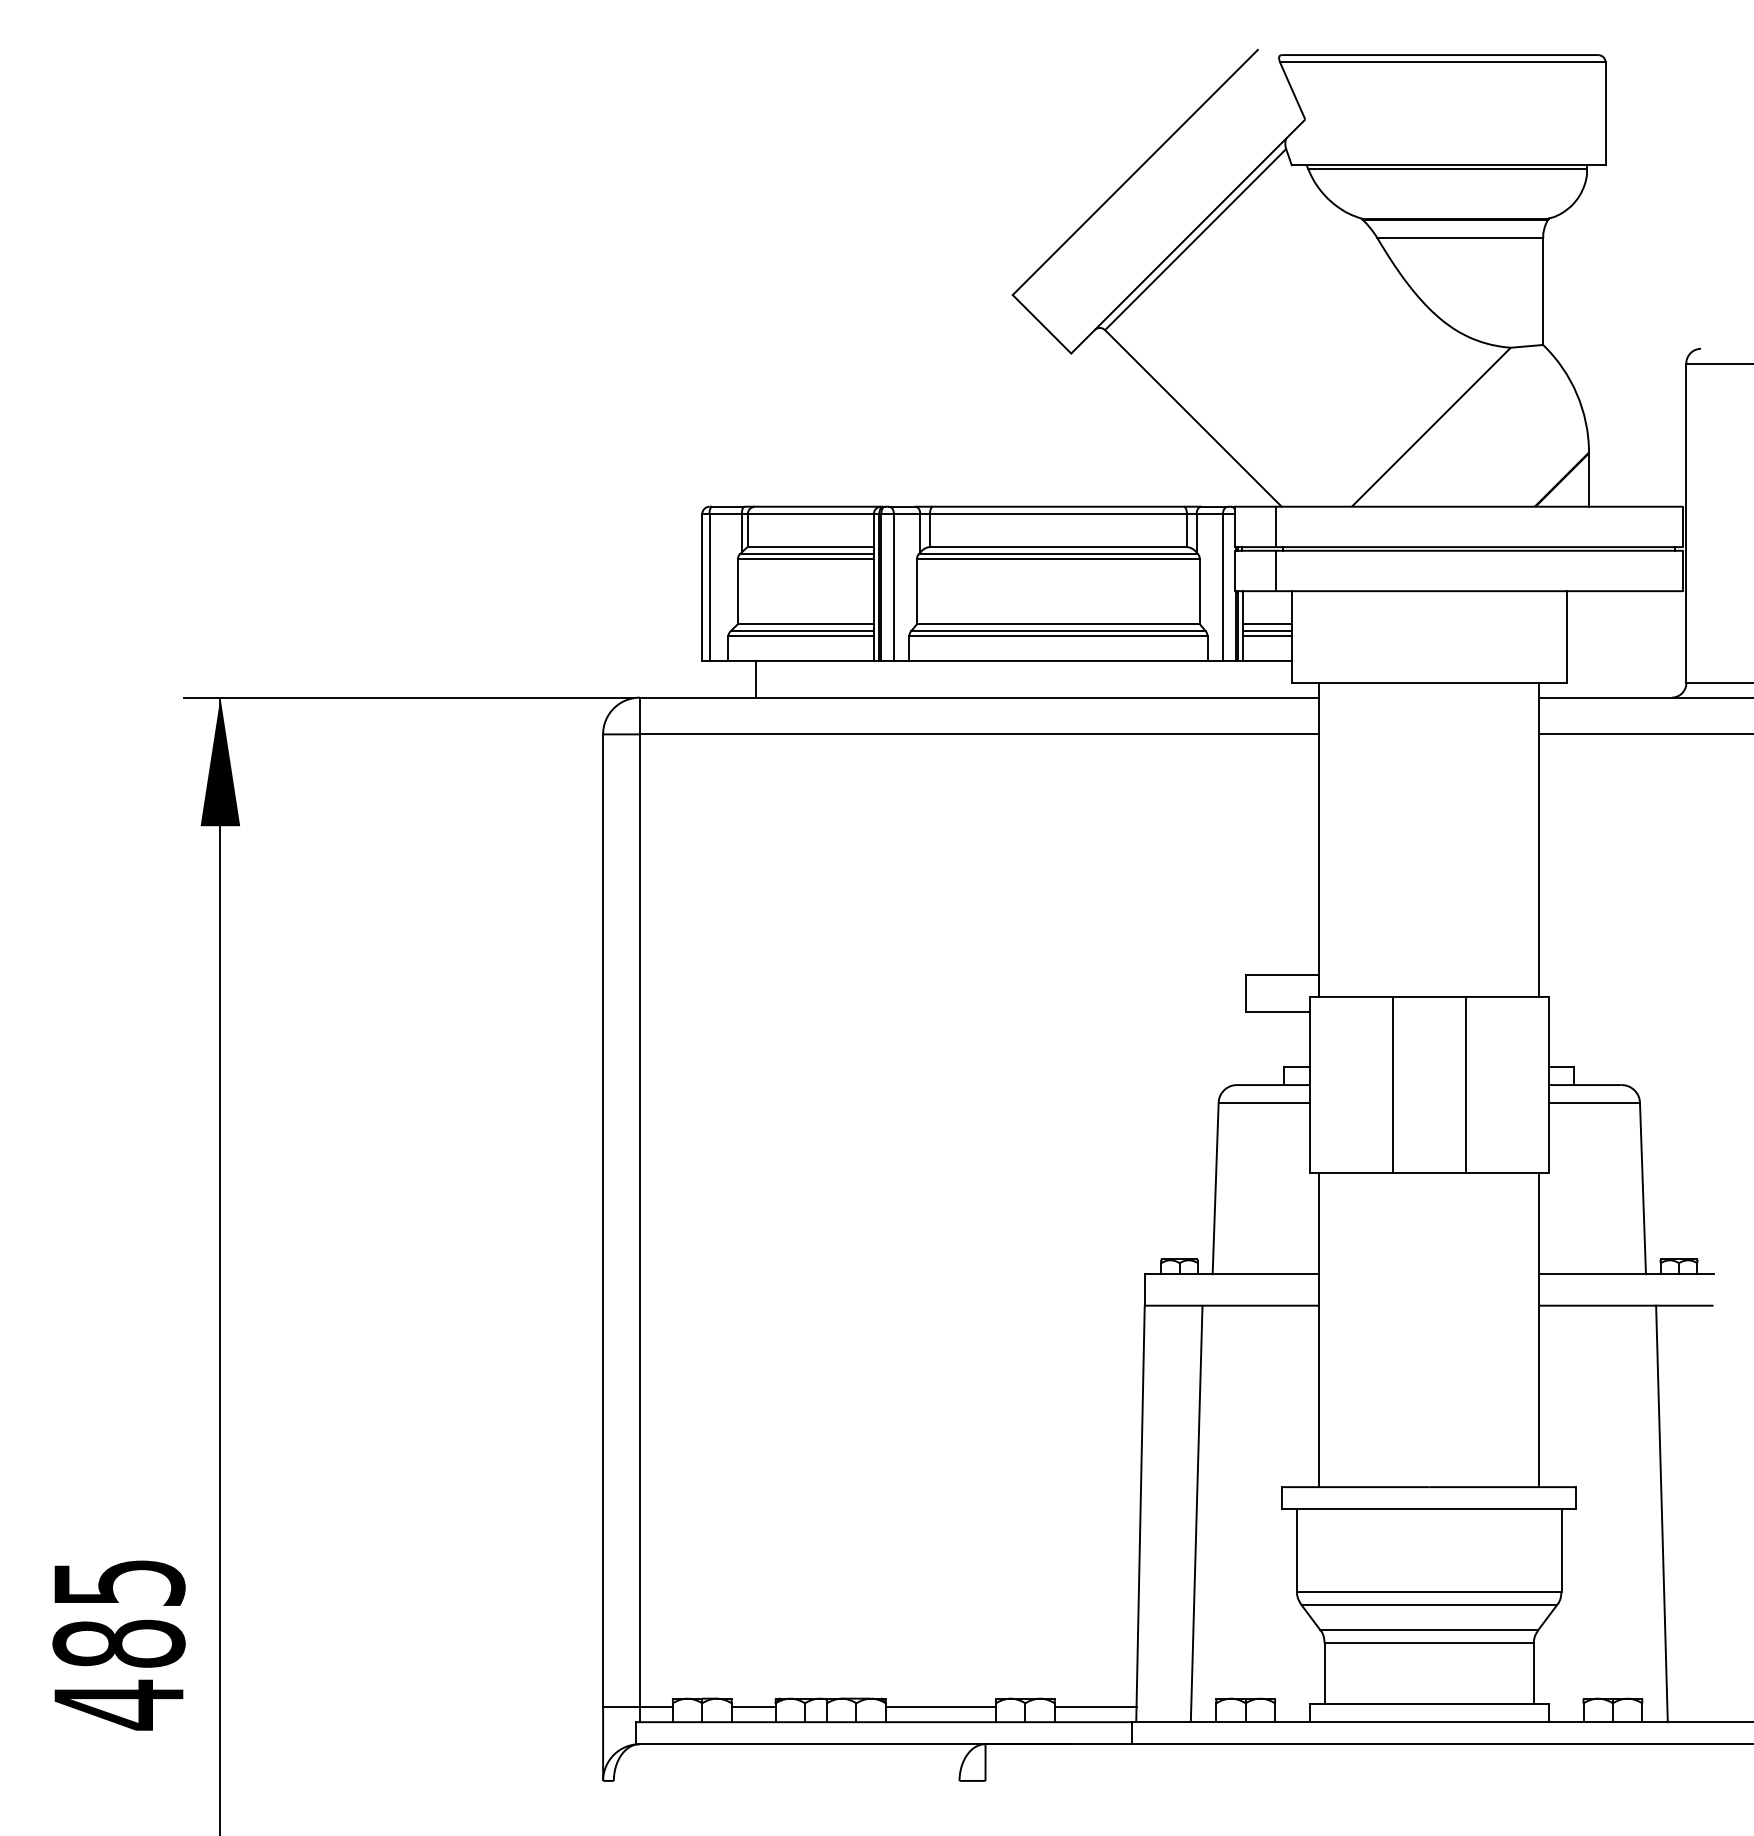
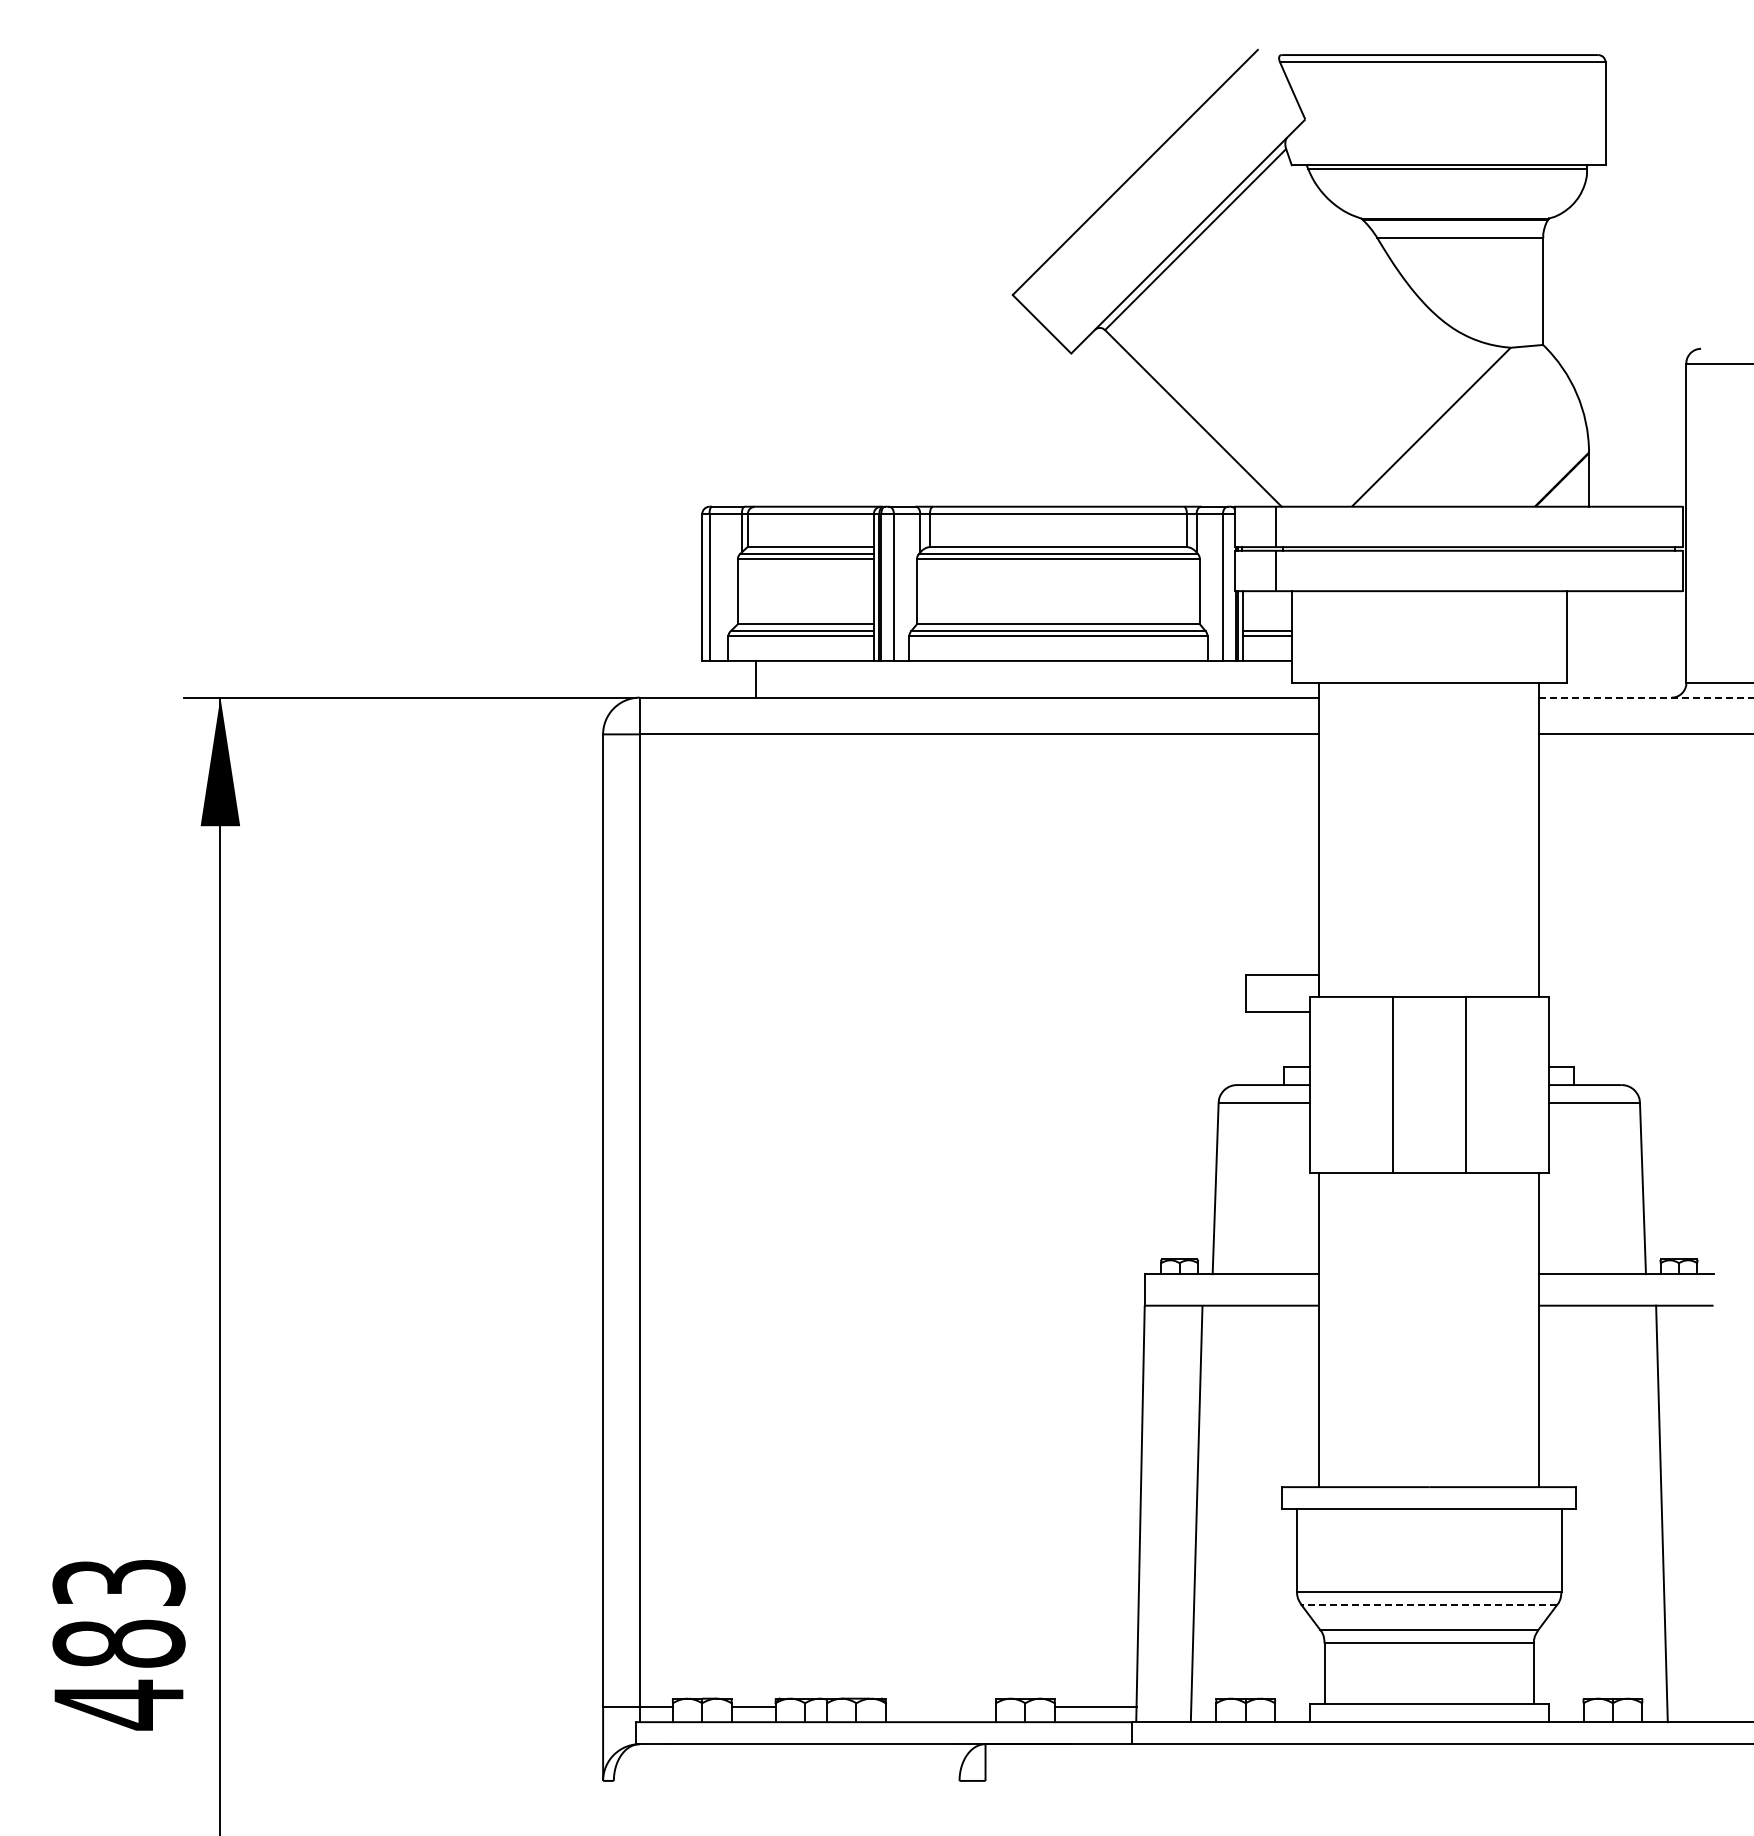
line at (1267, 624): present -> none
line at (1646, 697): solid -> dashed
text at (118, 1582): 485 -> 483
line at (1429, 1605): solid -> dashed
line at (940, 1707): present -> none
